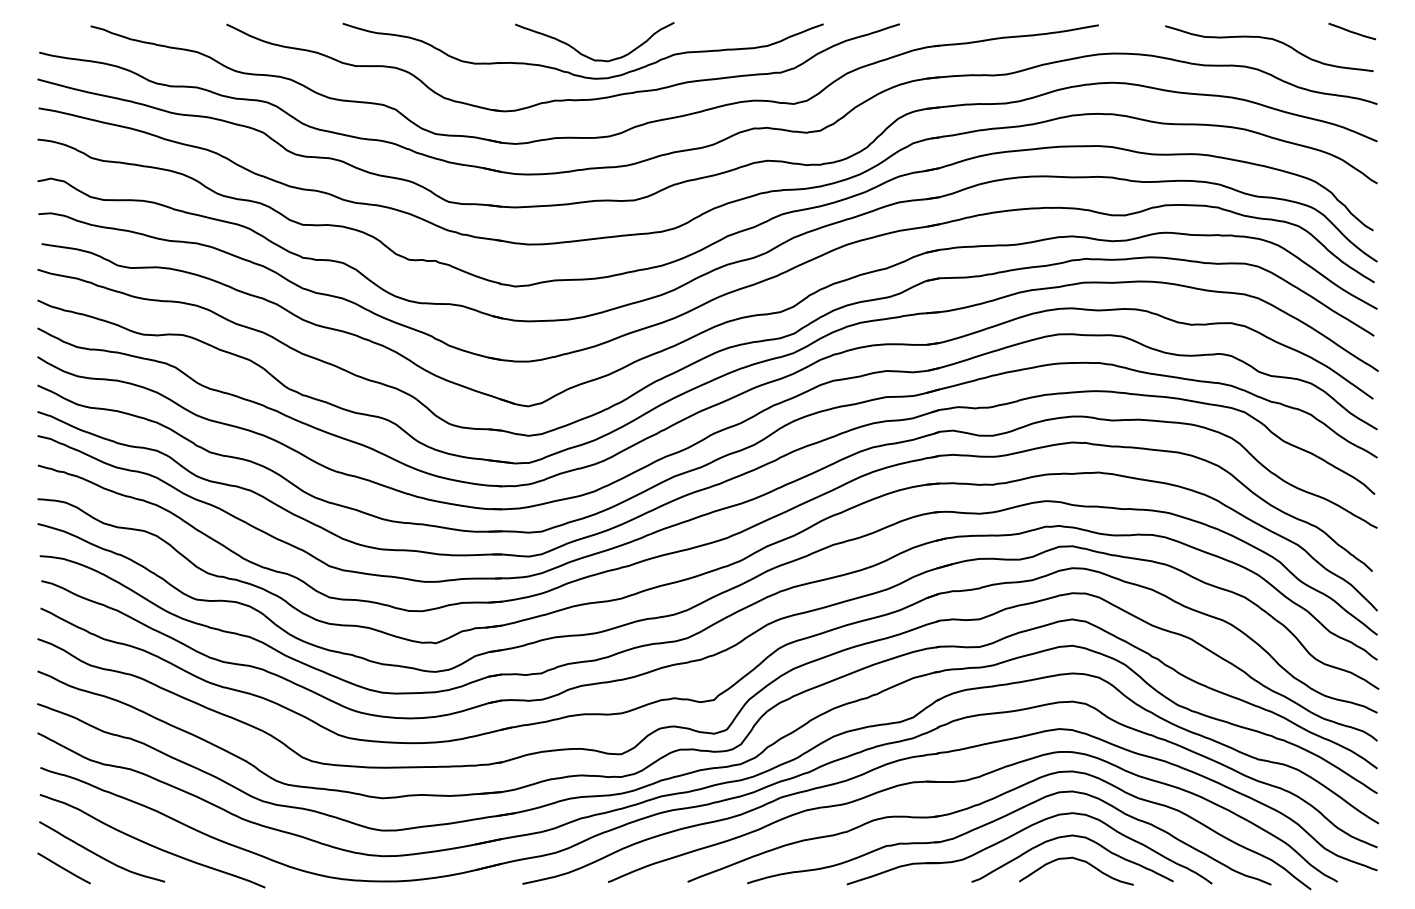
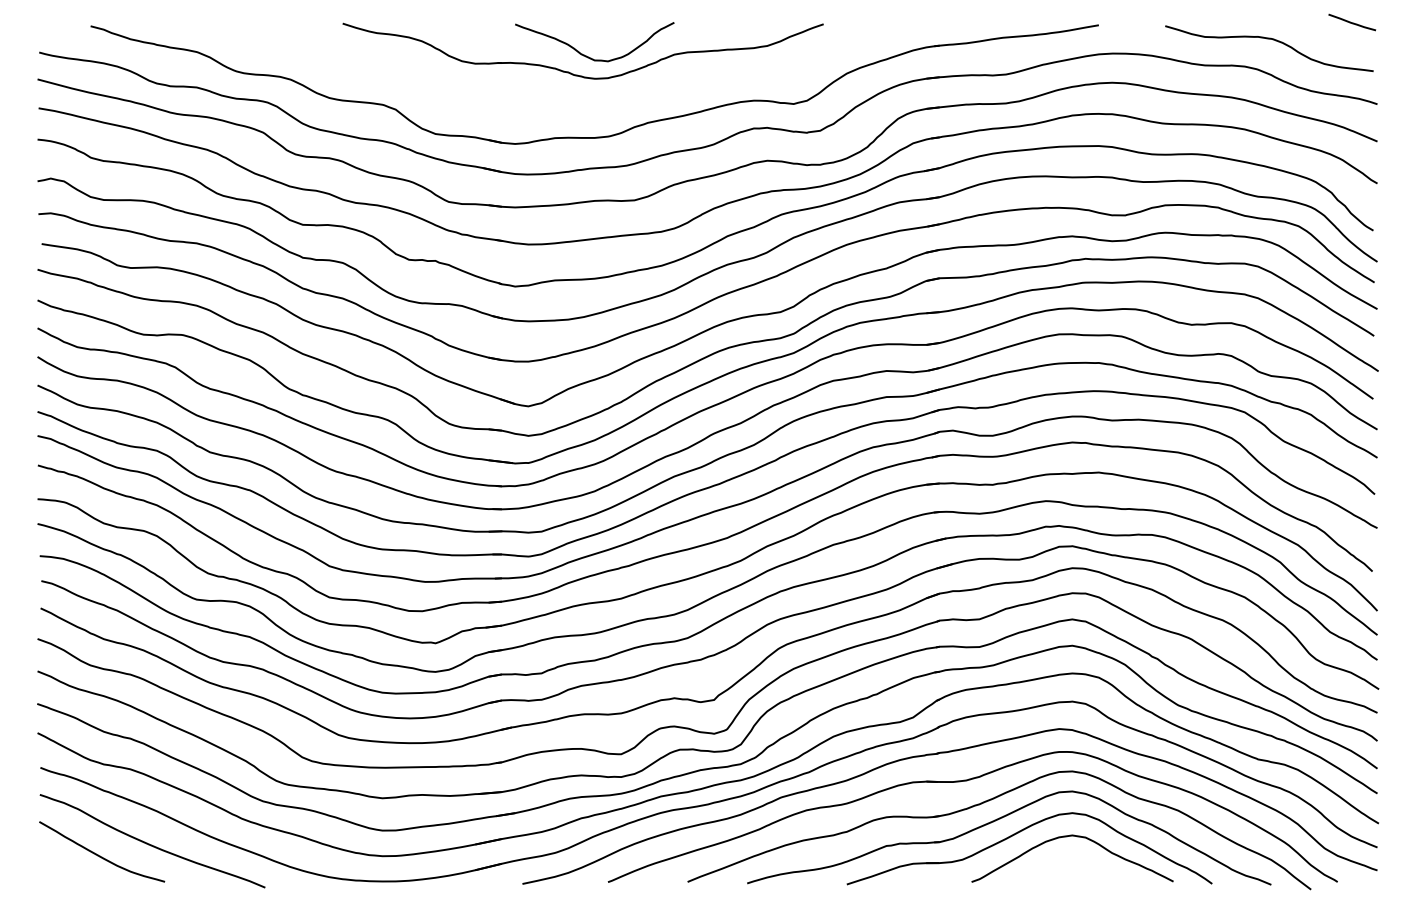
line at (1352, 31) position: (1352, 31) -> (1352, 22)
part at (562, 99): present -> none
curve at (1080, 861): present -> none
line at (63, 868): present -> none
